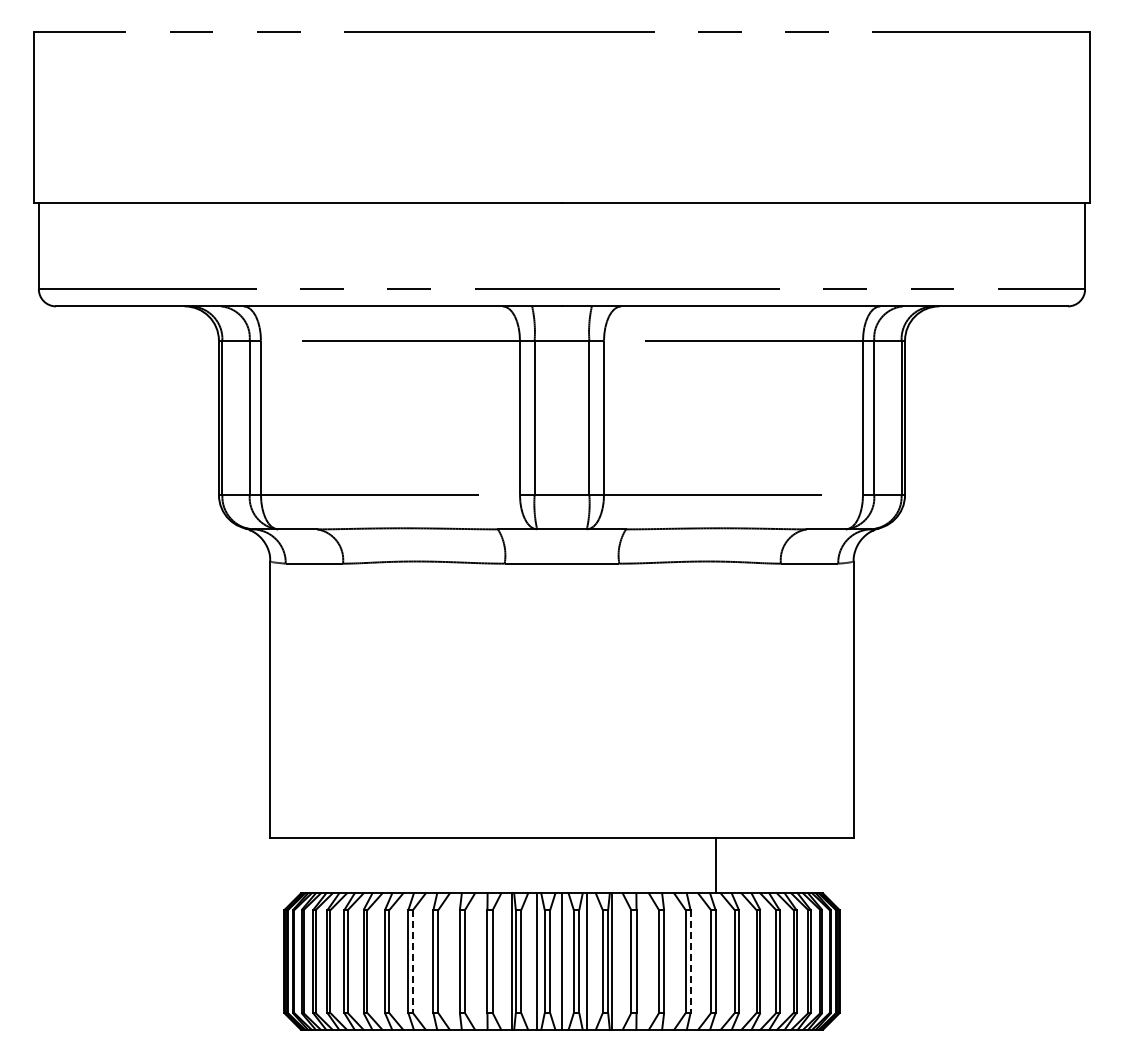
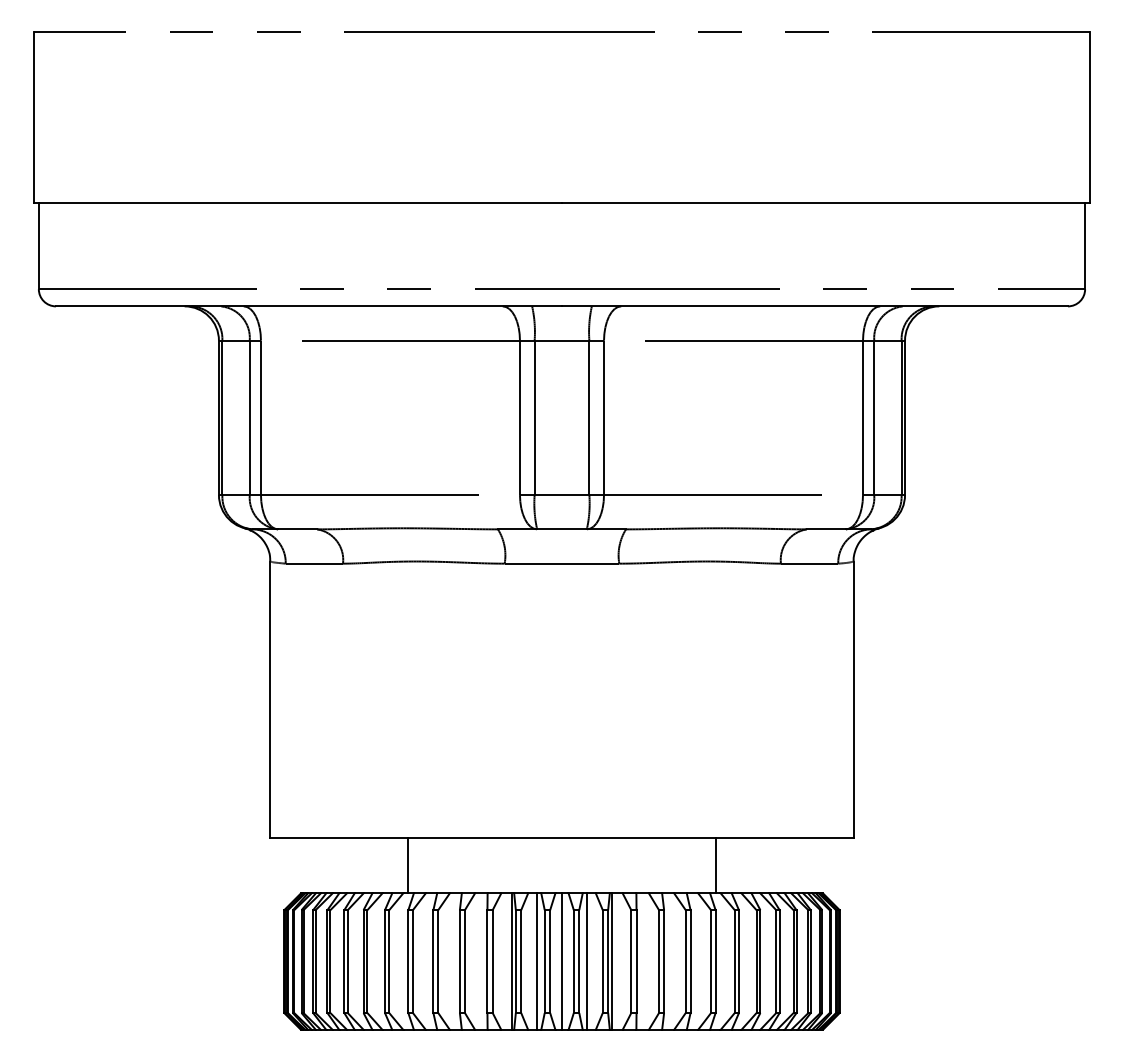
line at (407, 865): none -> present
line at (412, 962): dashed -> solid
line at (690, 962): dashed -> solid
